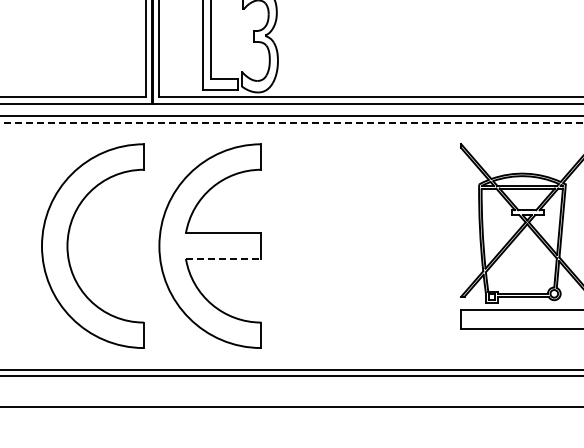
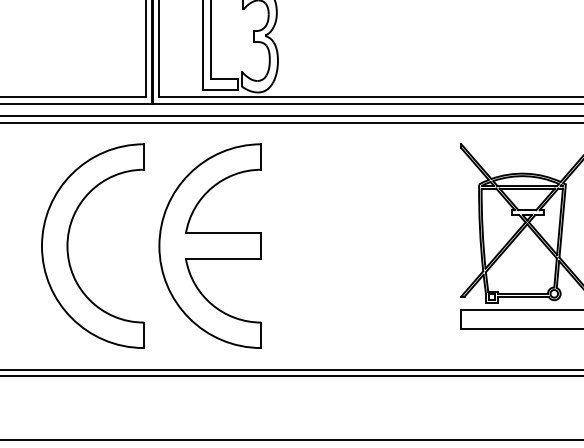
line at (292, 122): dashed -> solid
line at (223, 258): dashed -> solid
line at (291, 406) position: (291, 406) -> (291, 439)
